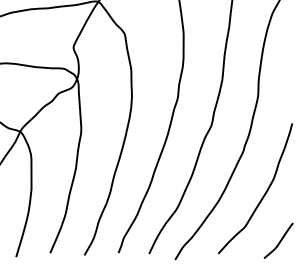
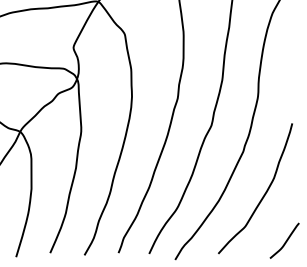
curve at (279, 241) position: (279, 241) -> (285, 241)
